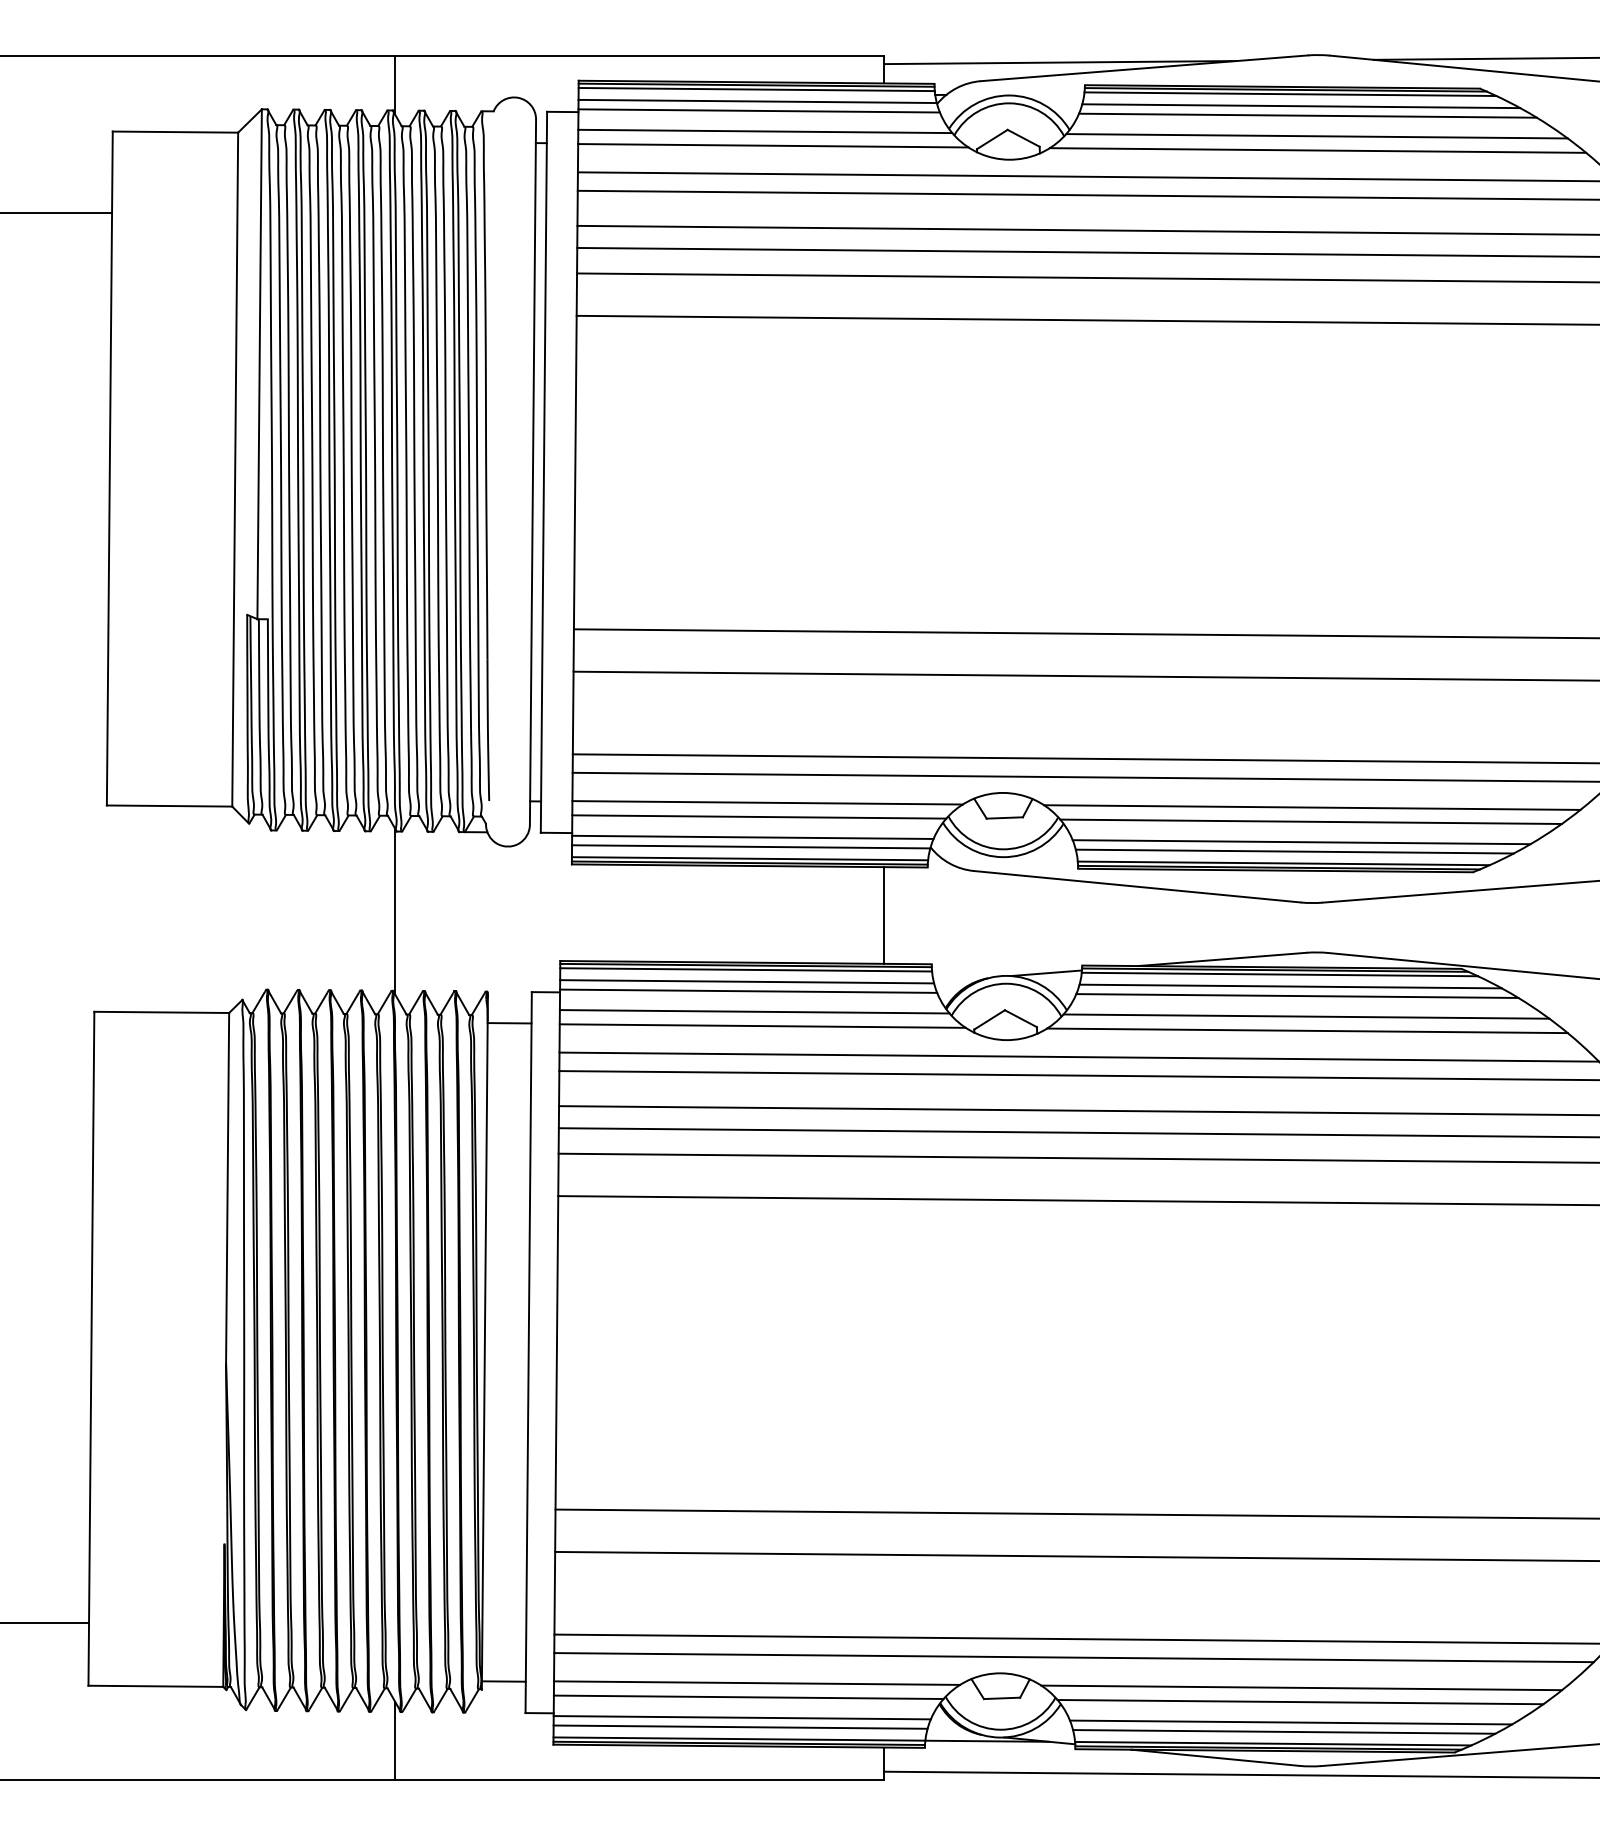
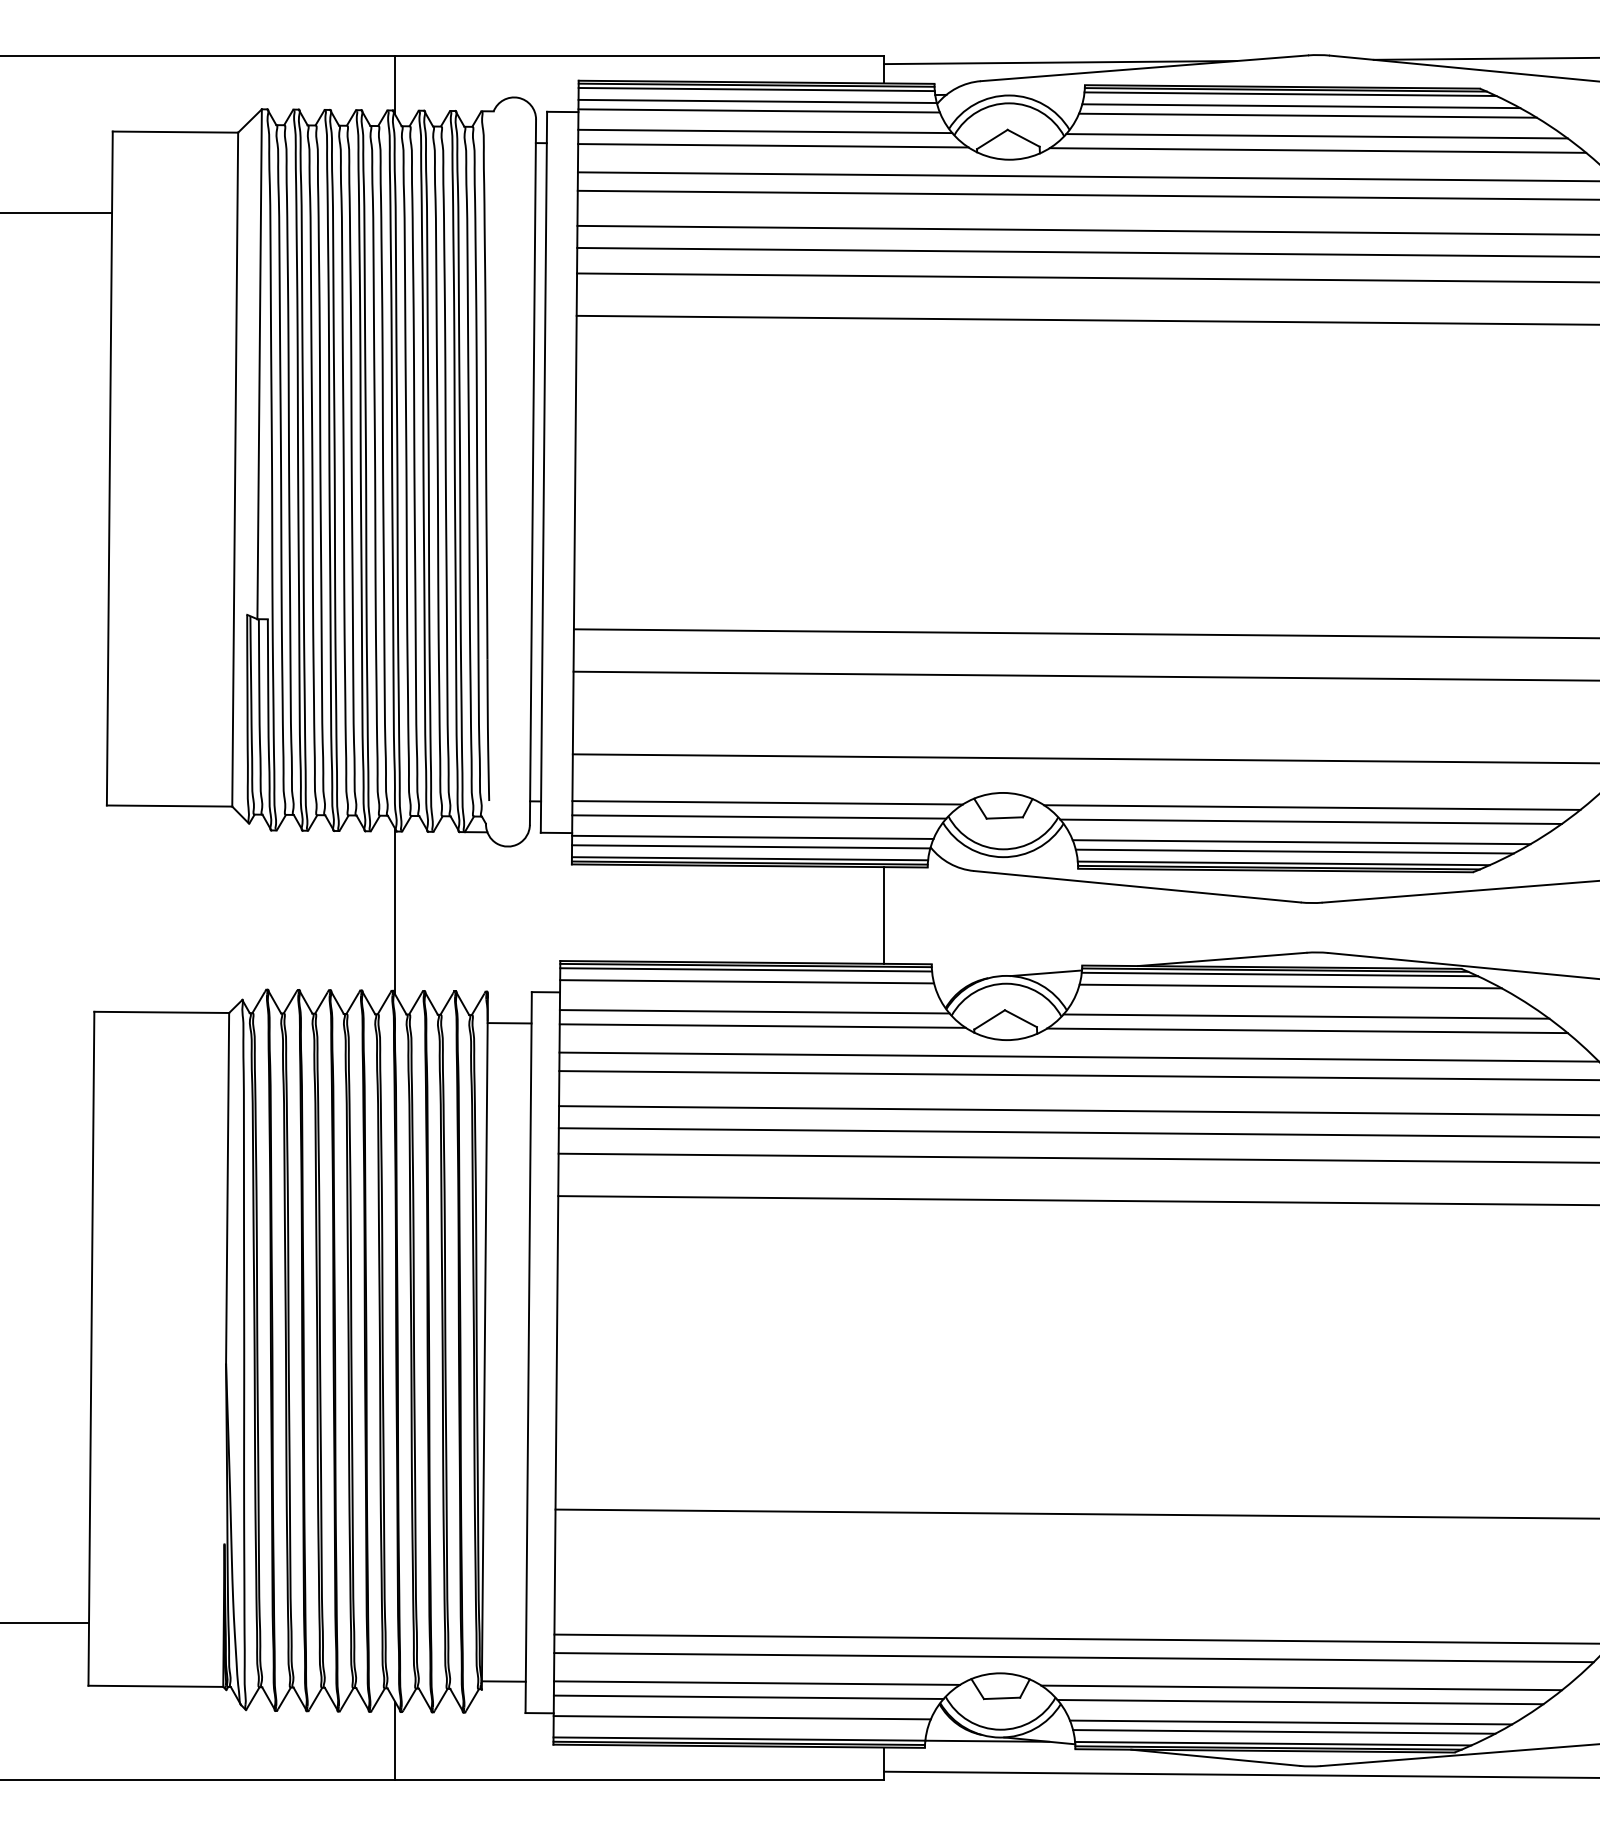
line at (1084, 776): present -> none
line at (748, 990): present -> none
line at (1297, 995): present -> none
line at (1075, 1556): present -> none
line at (740, 1726): present -> none
